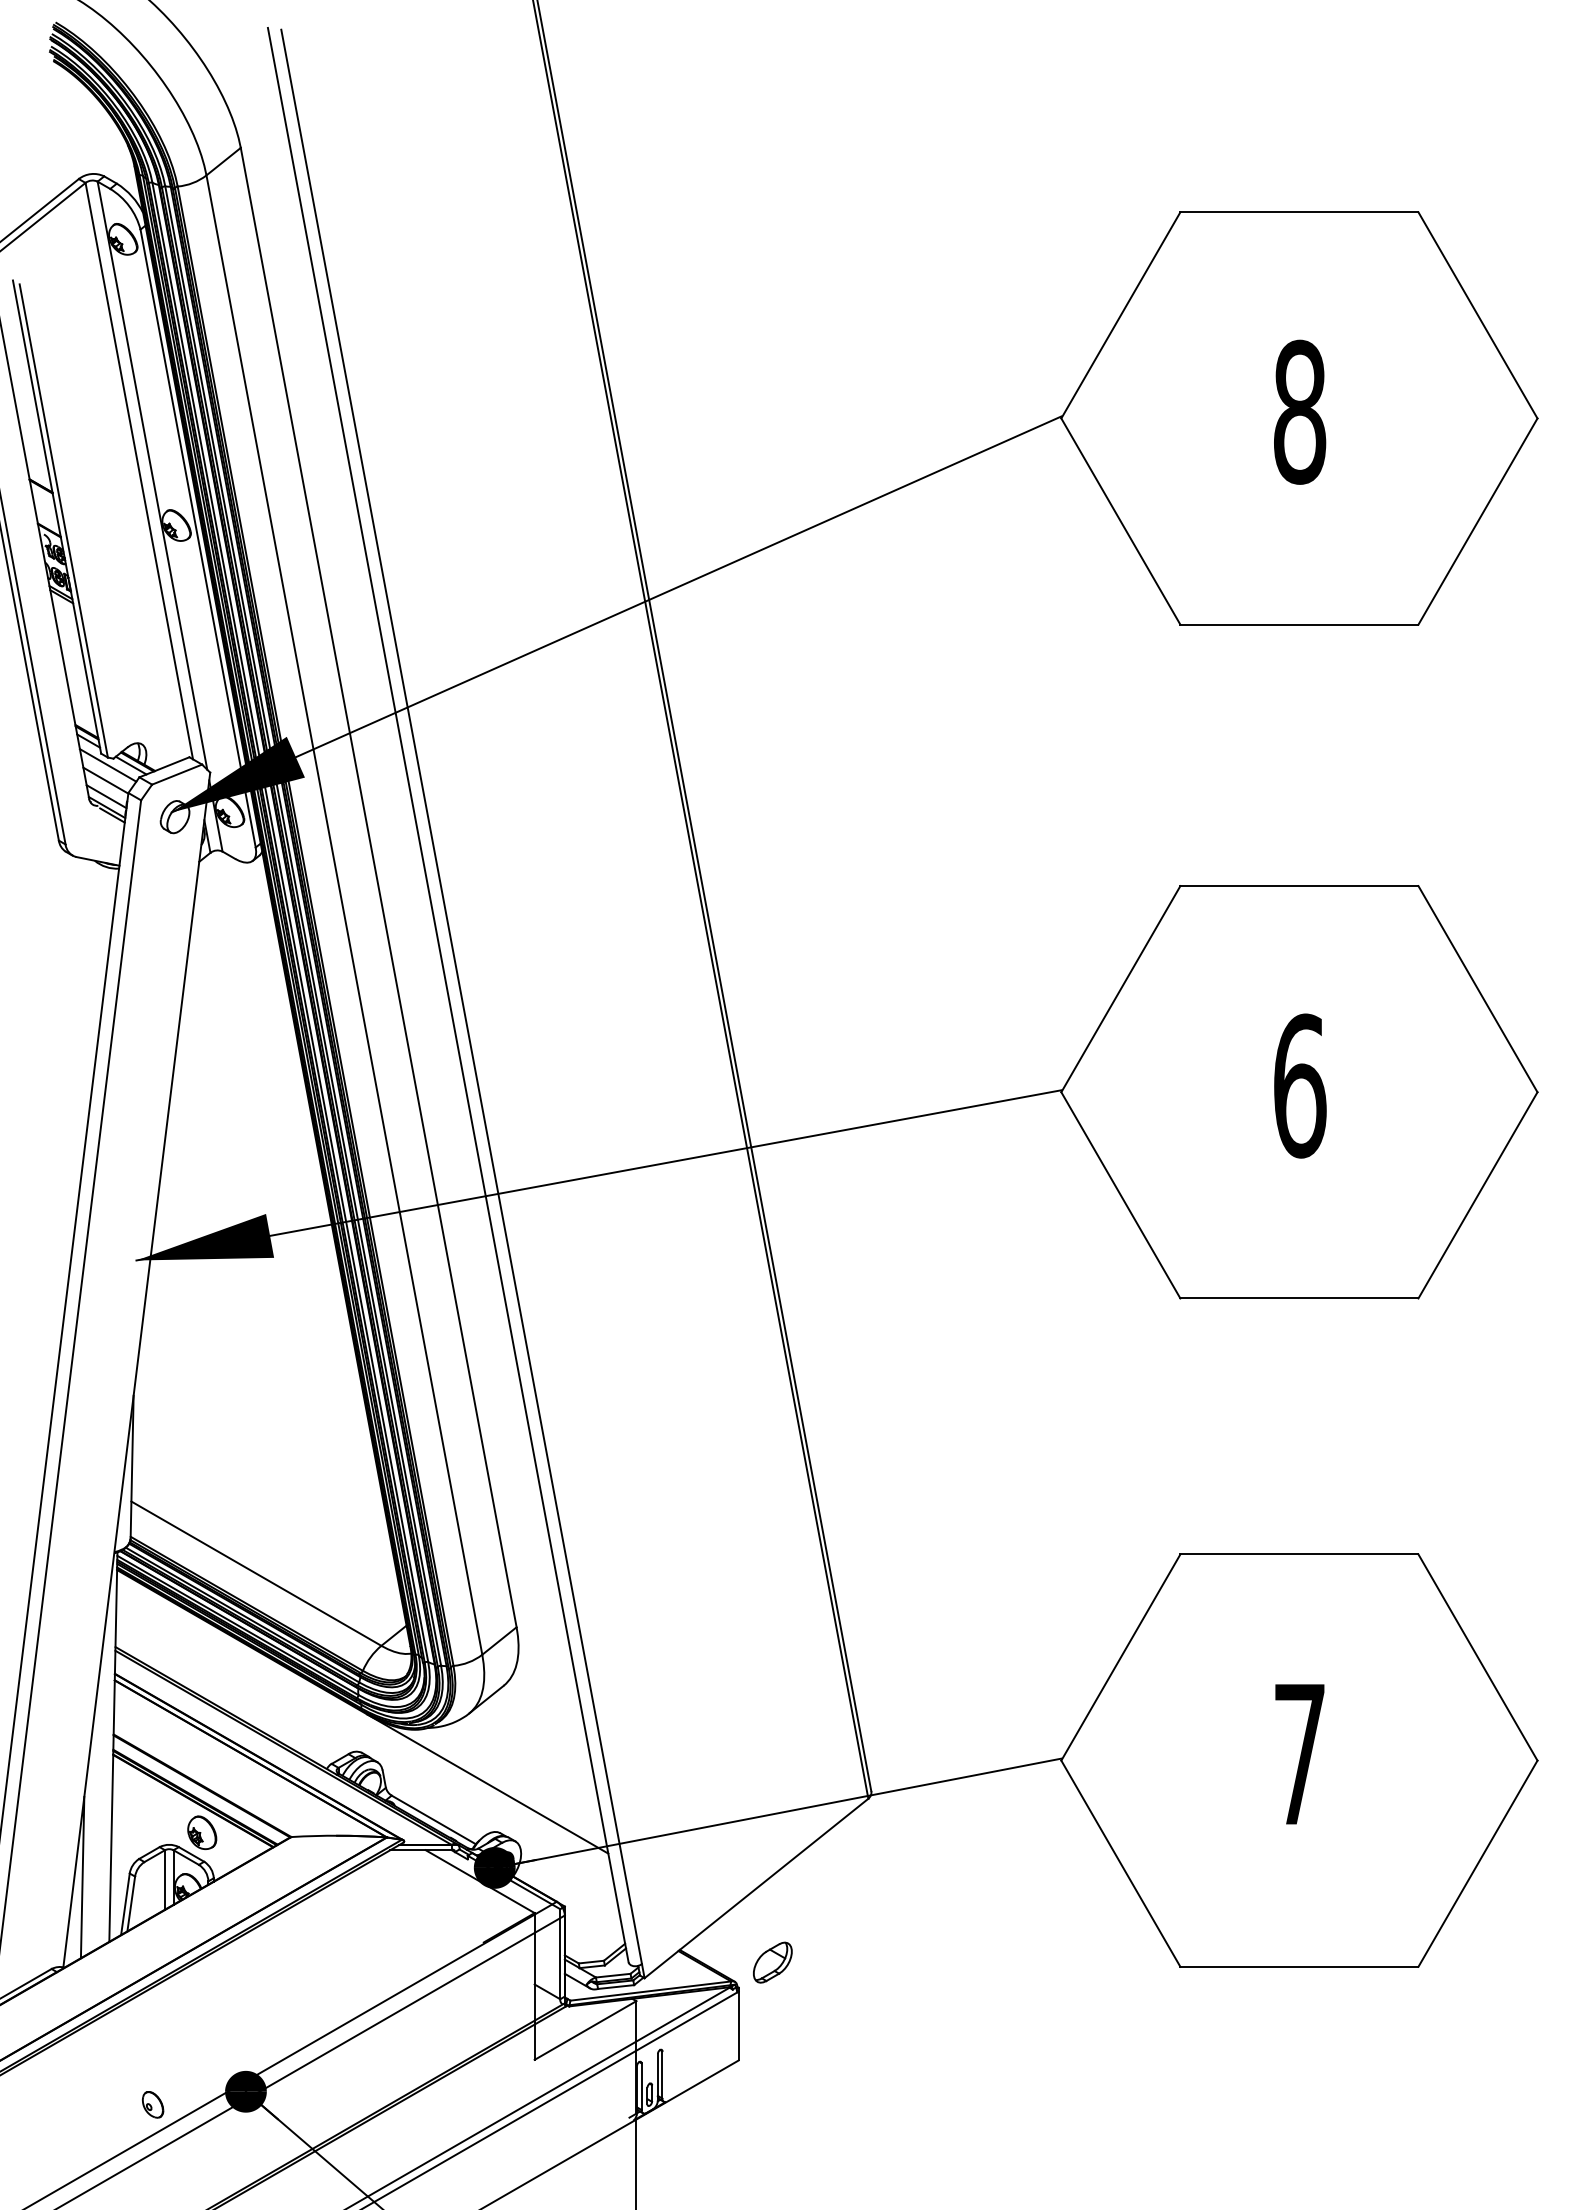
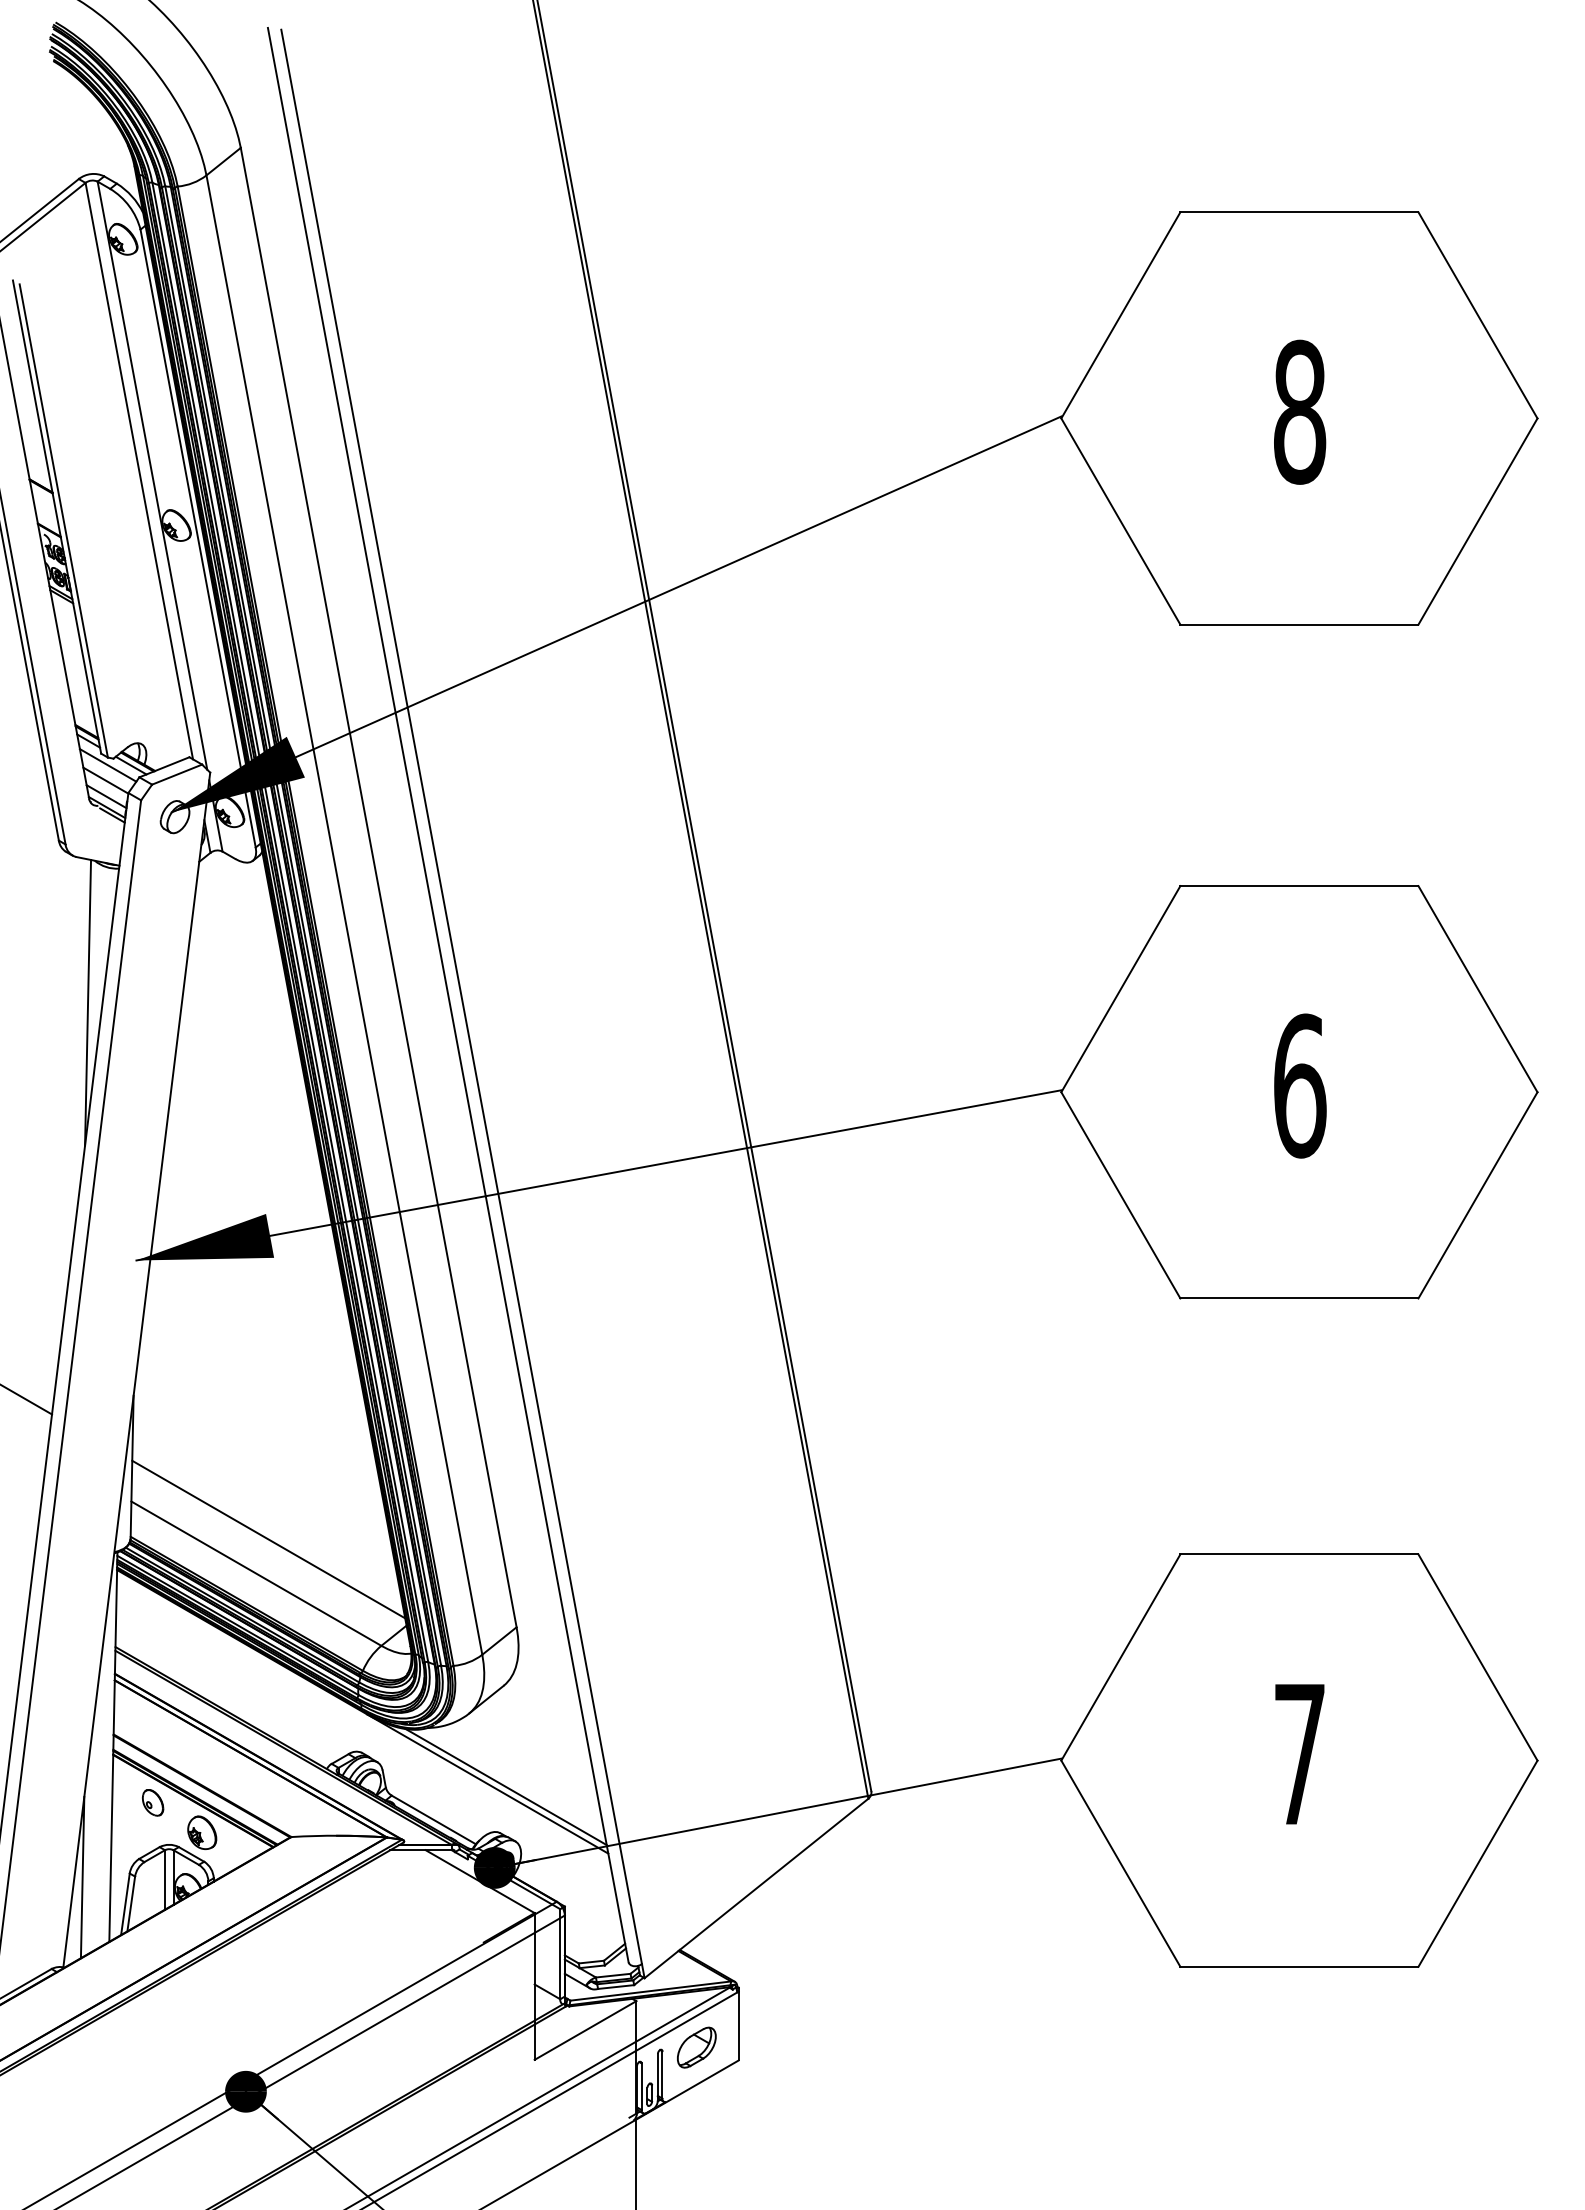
line at (88, 1002): none -> present
line at (27, 1399): none -> present
line at (268, 1539): none -> present
line at (505, 1786): none -> present
part at (772, 1962) position: (772, 1962) -> (696, 2047)
part at (153, 2104) position: (153, 2104) -> (153, 1802)
